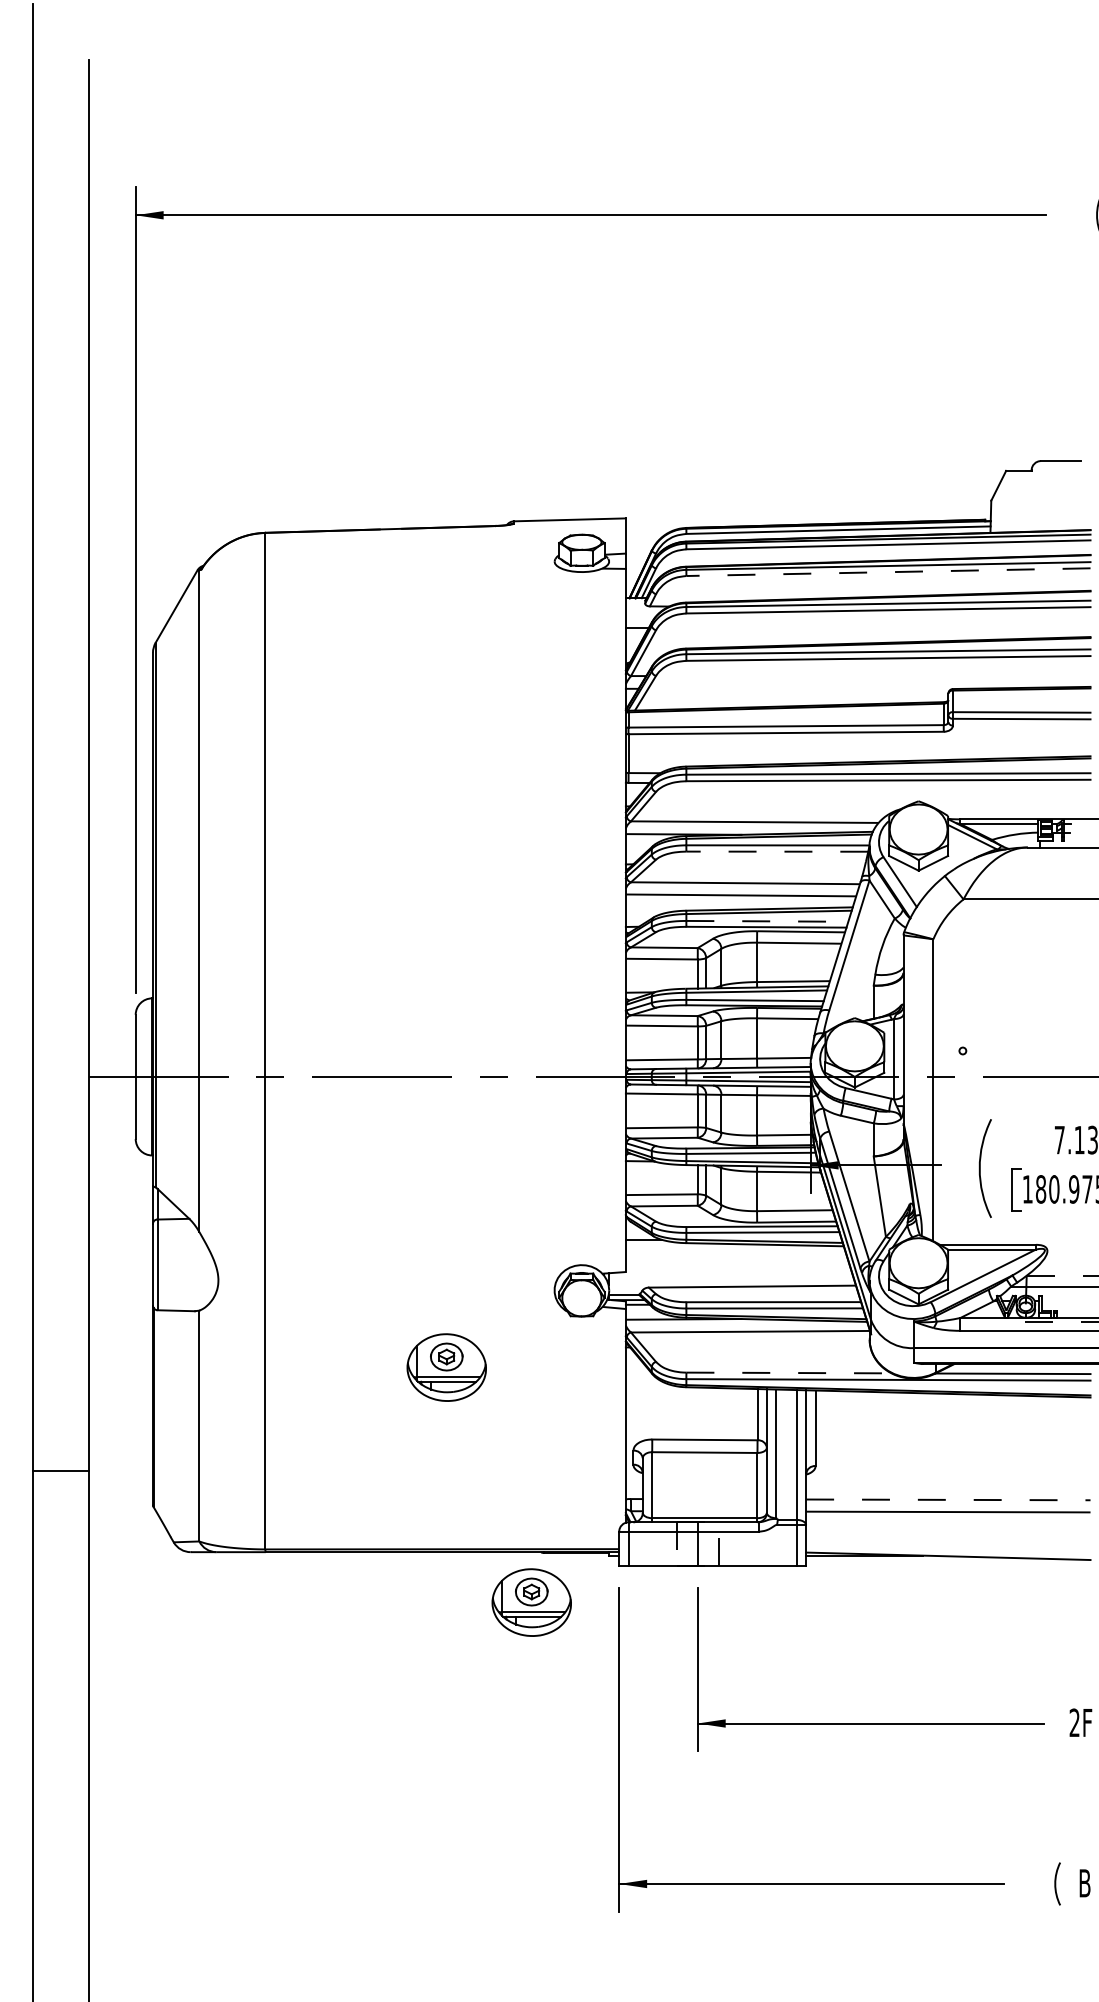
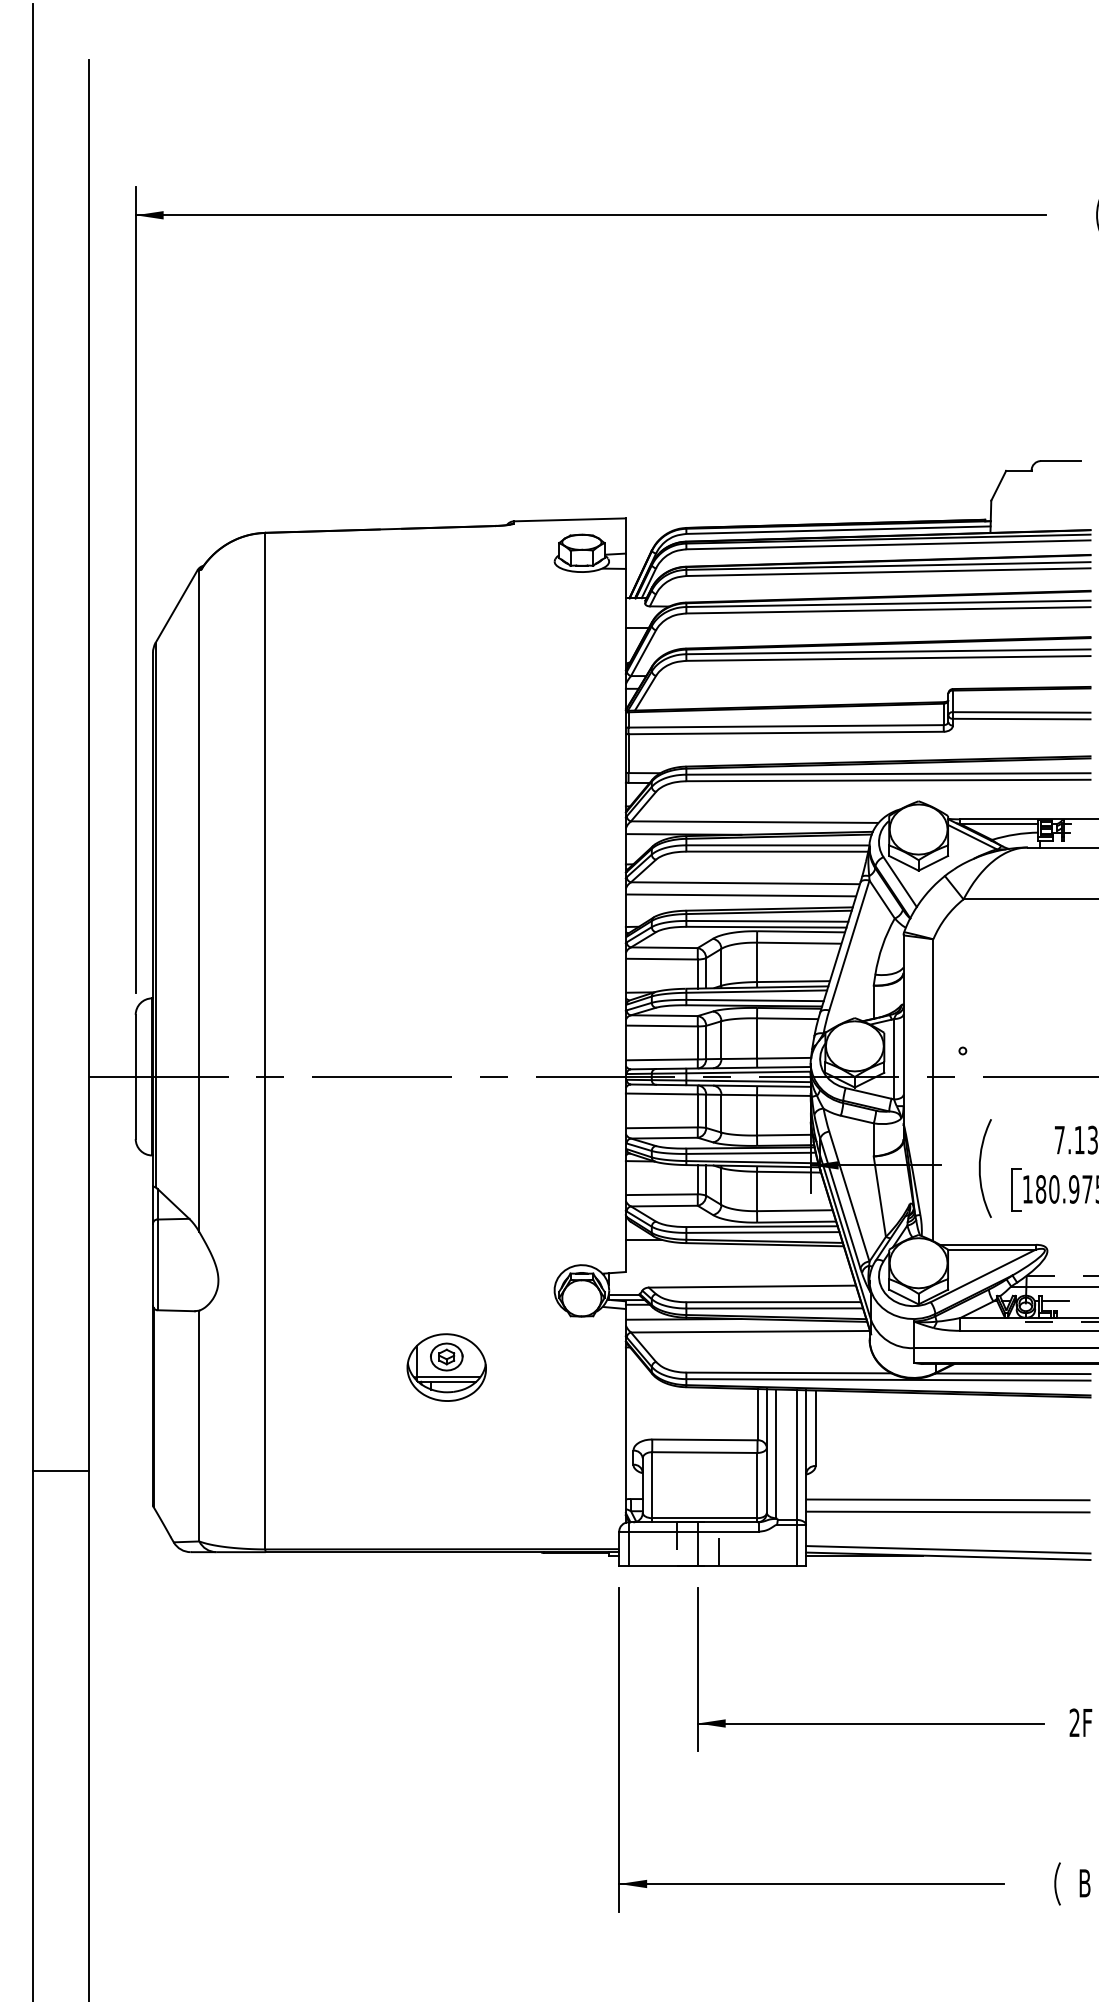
line at (887, 572): dashed -> solid
line at (777, 851): dashed -> solid
line at (767, 921): dashed -> solid
line at (1055, 1301): none -> present
line at (789, 1372): dashed -> solid
line at (948, 1499): dashed -> solid
line at (948, 1549): none -> present
part at (531, 1602): present -> none
